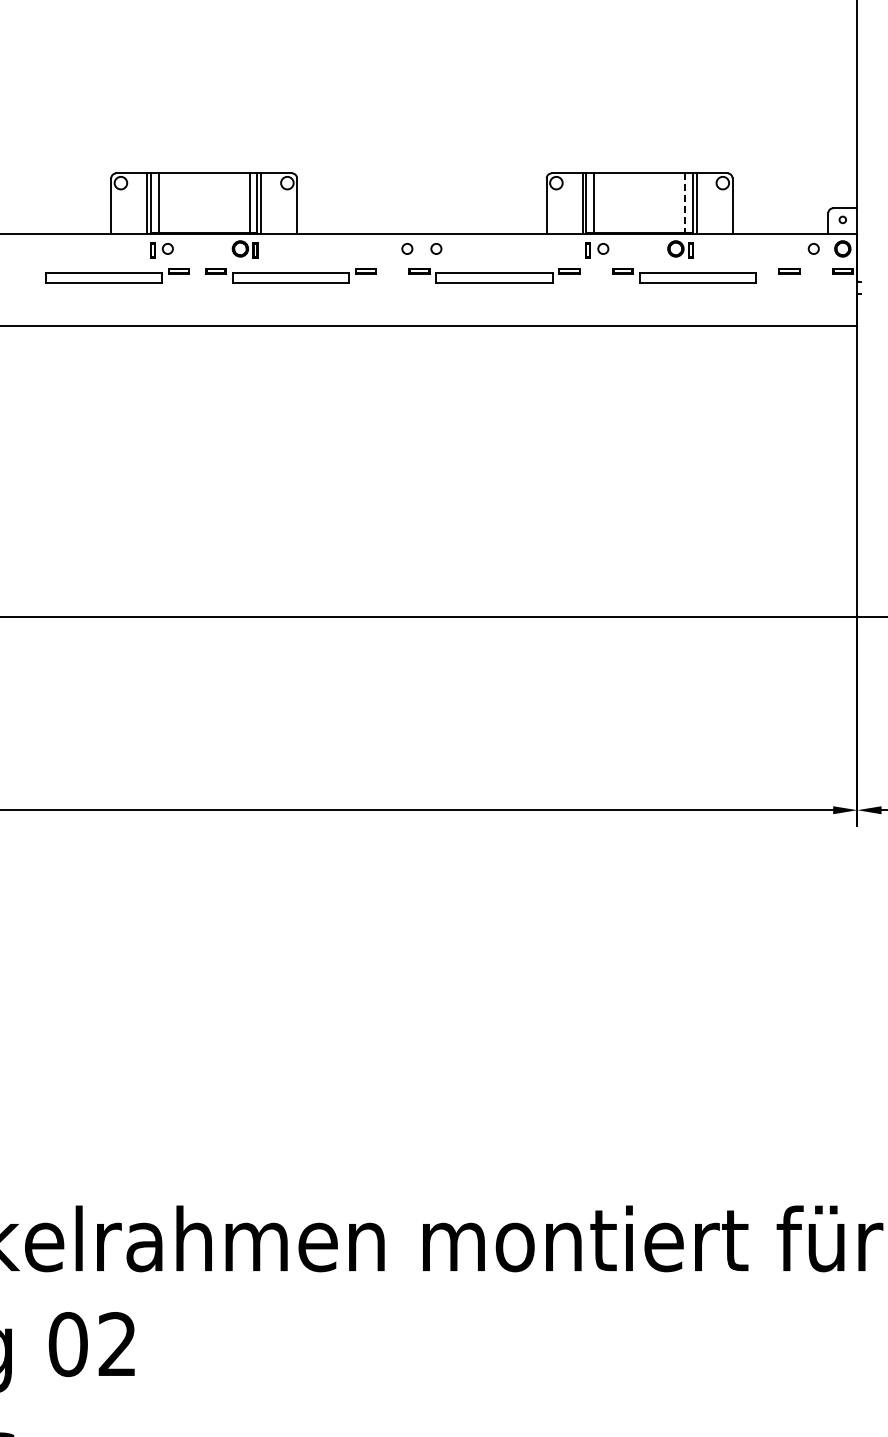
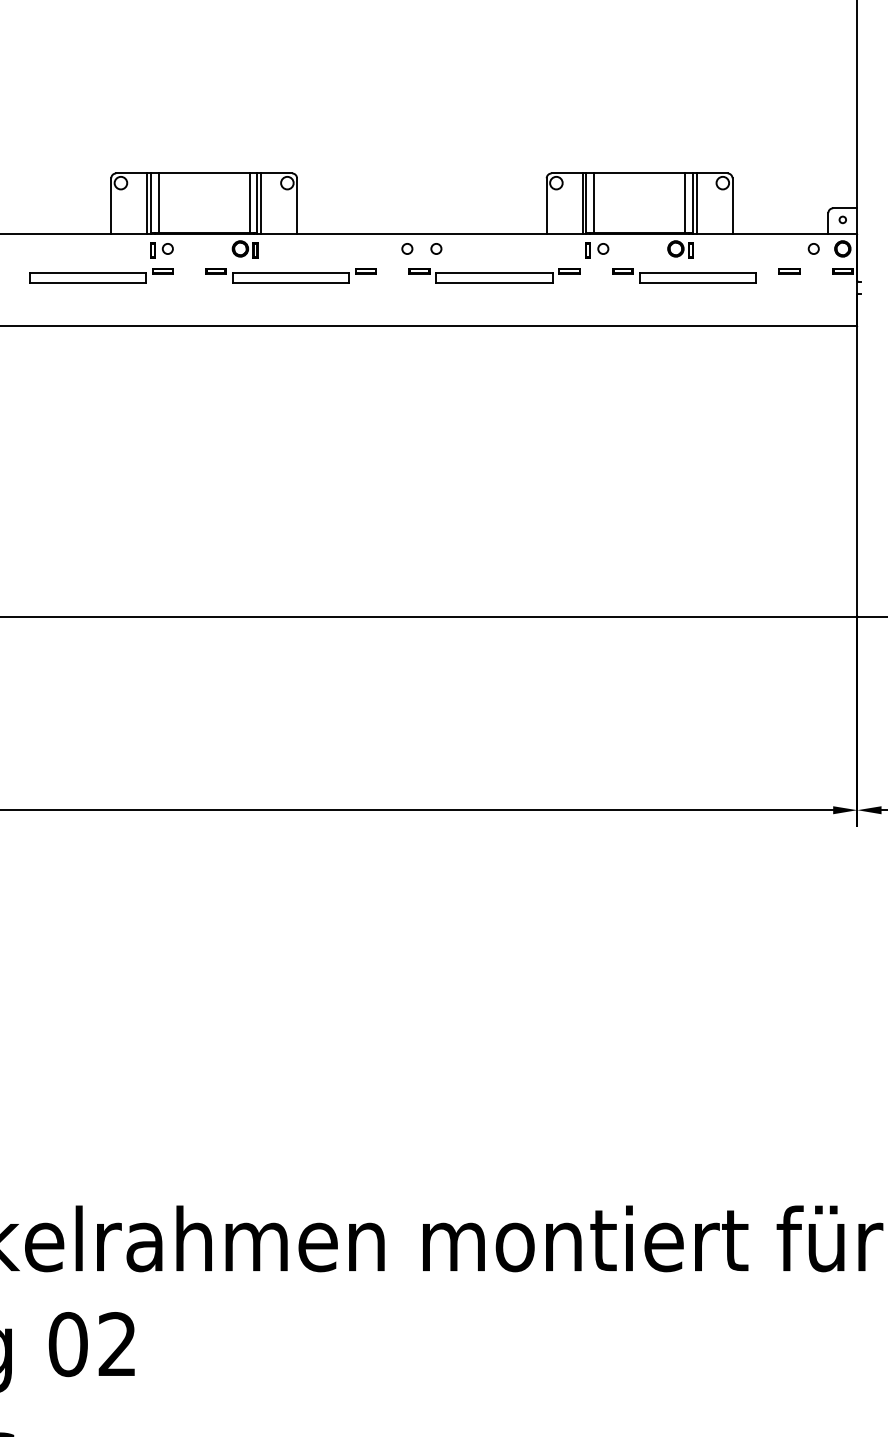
line at (685, 203): dashed -> solid
part at (117, 275) position: (117, 275) -> (101, 275)
